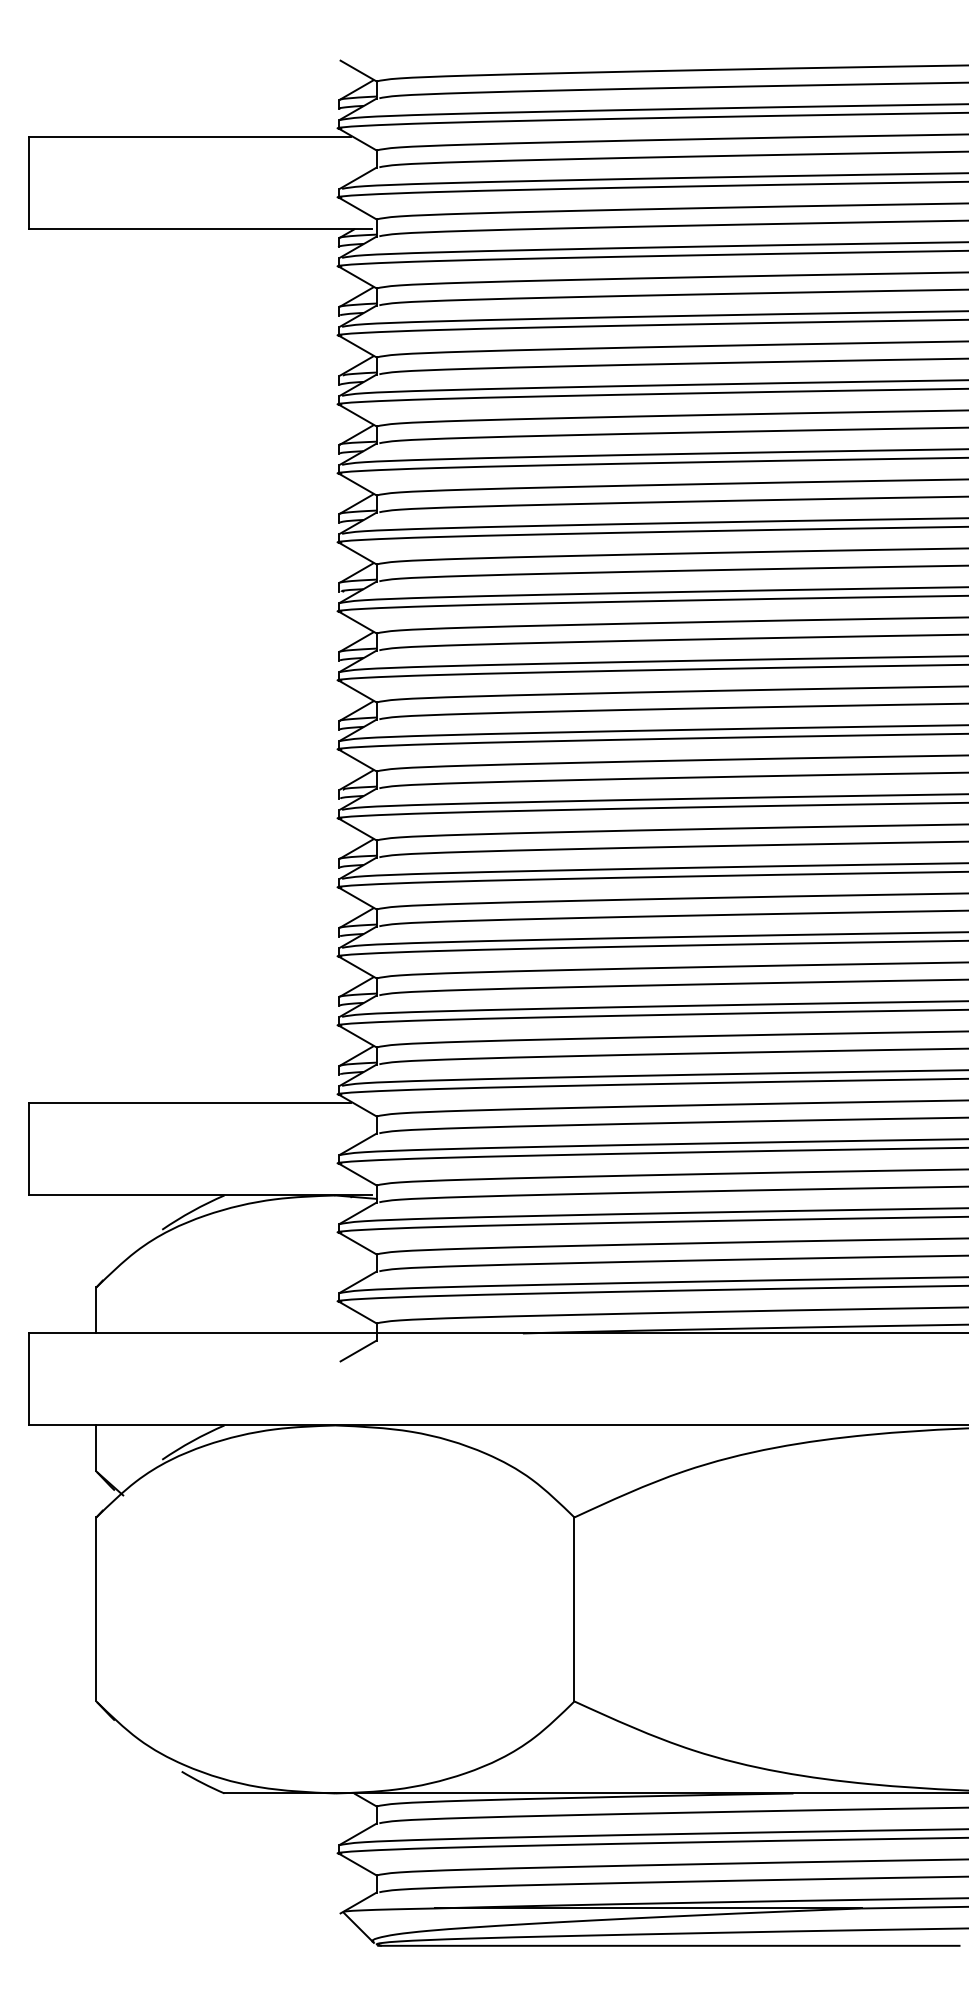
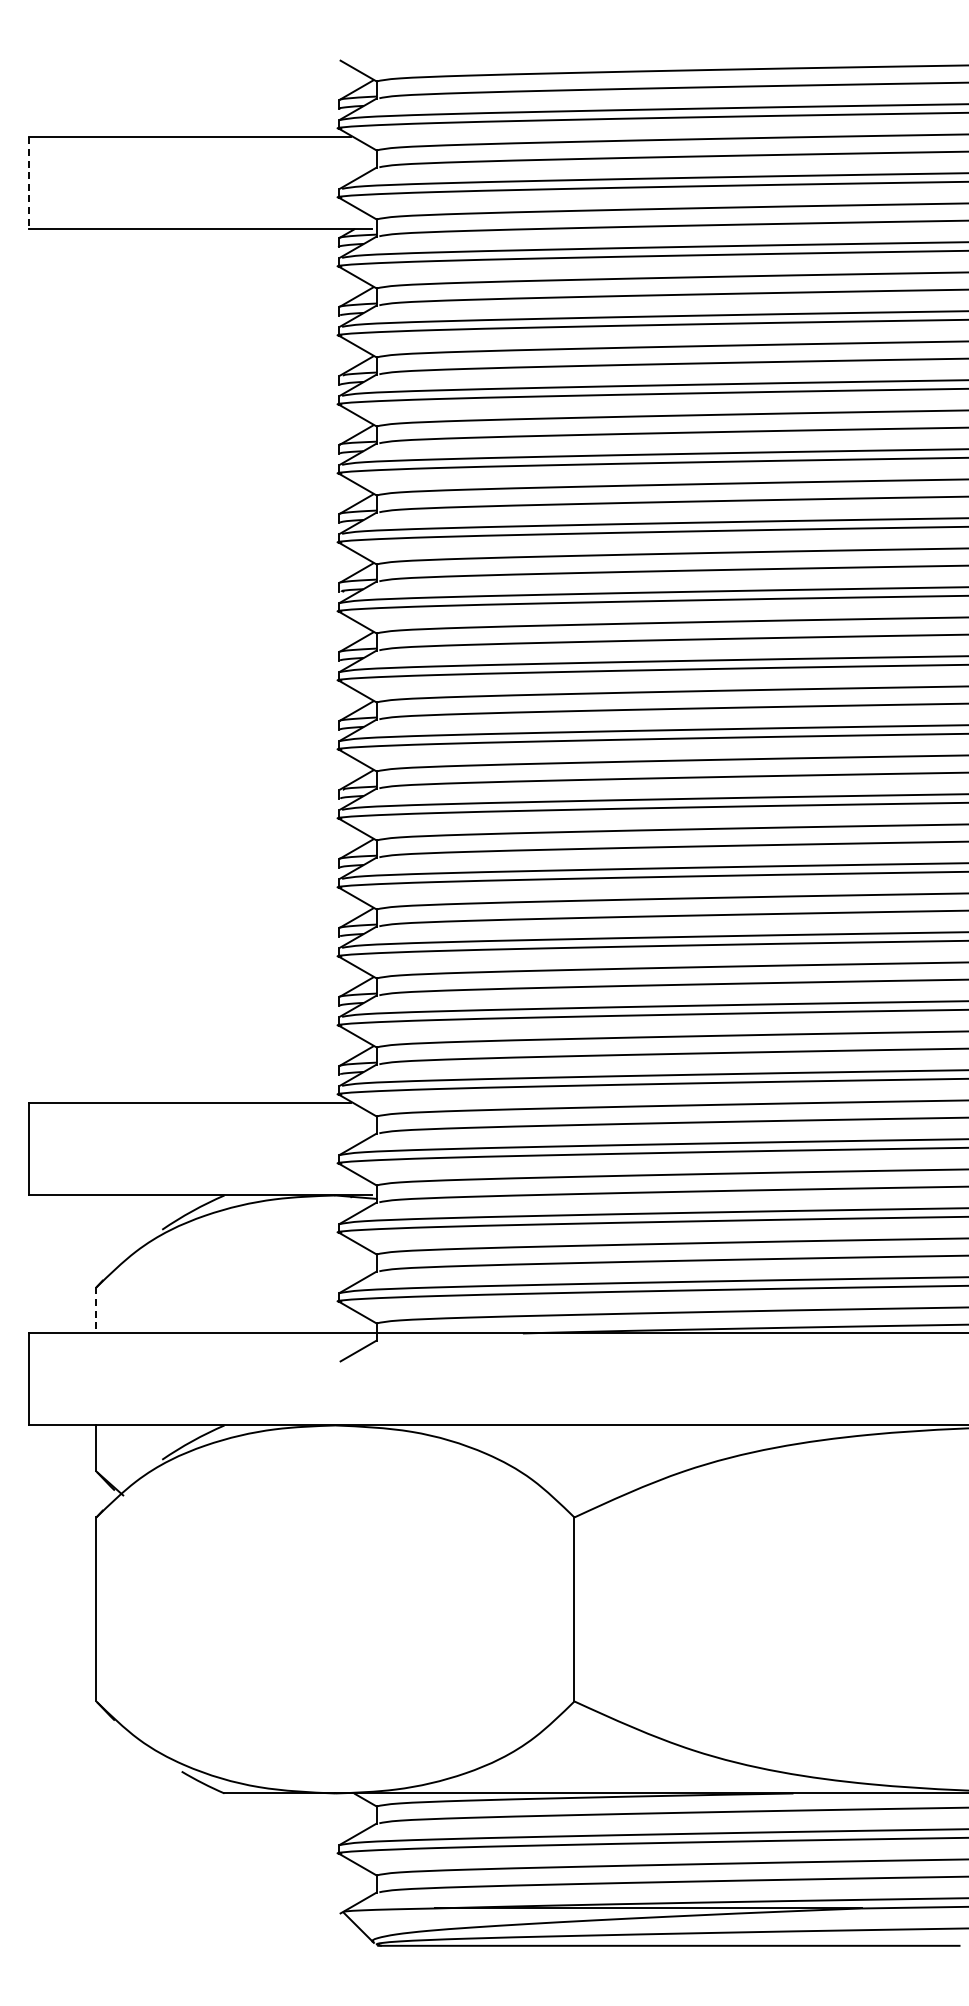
line at (28, 183): solid -> dashed
line at (96, 1310): solid -> dashed
